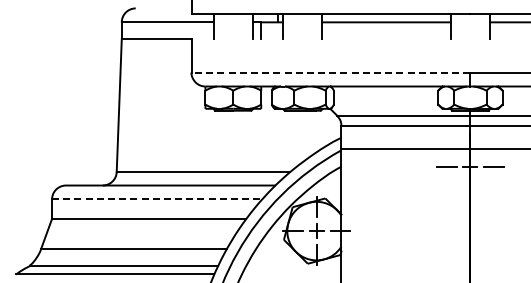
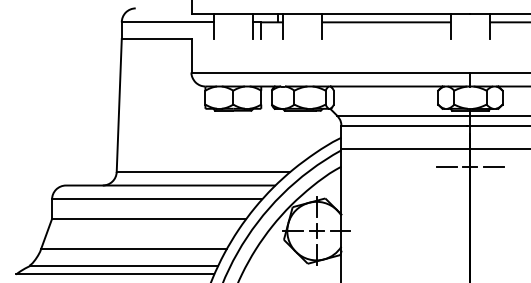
line at (330, 72): dashed -> solid
line at (157, 199): dashed -> solid
